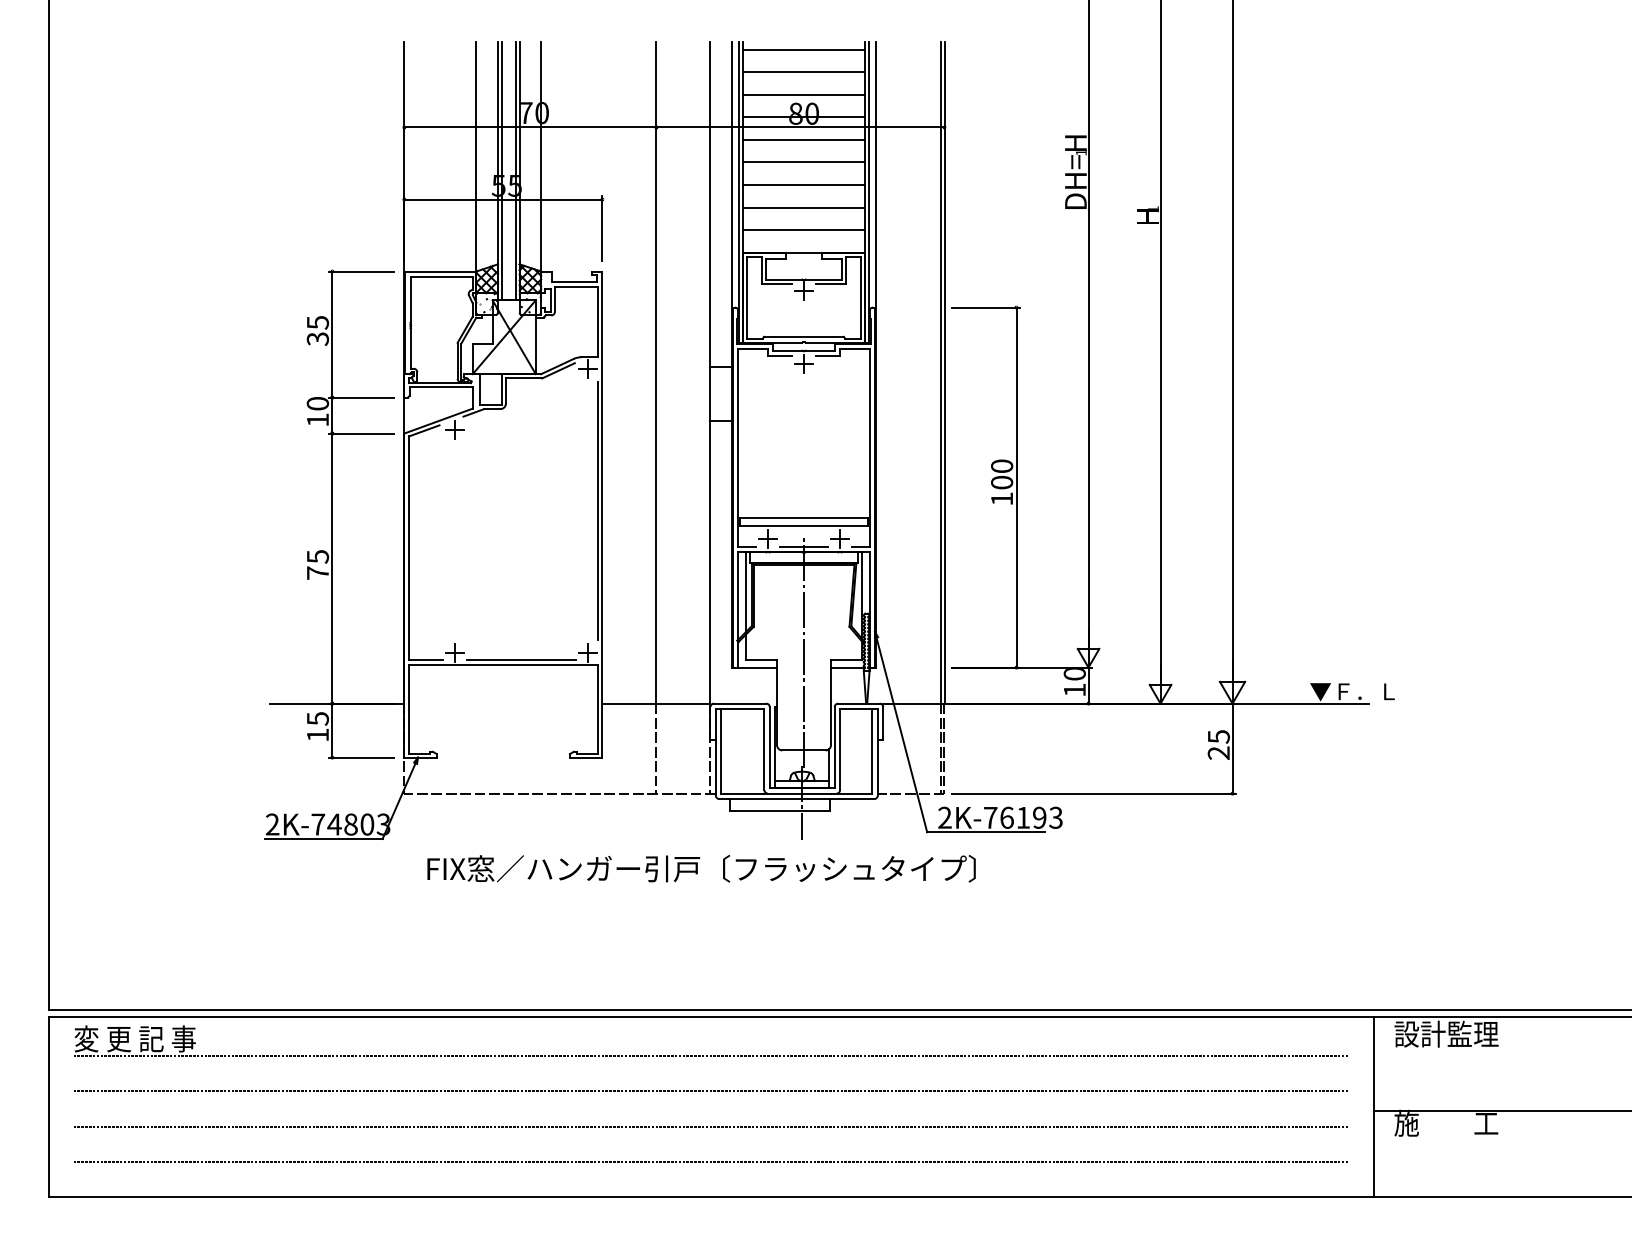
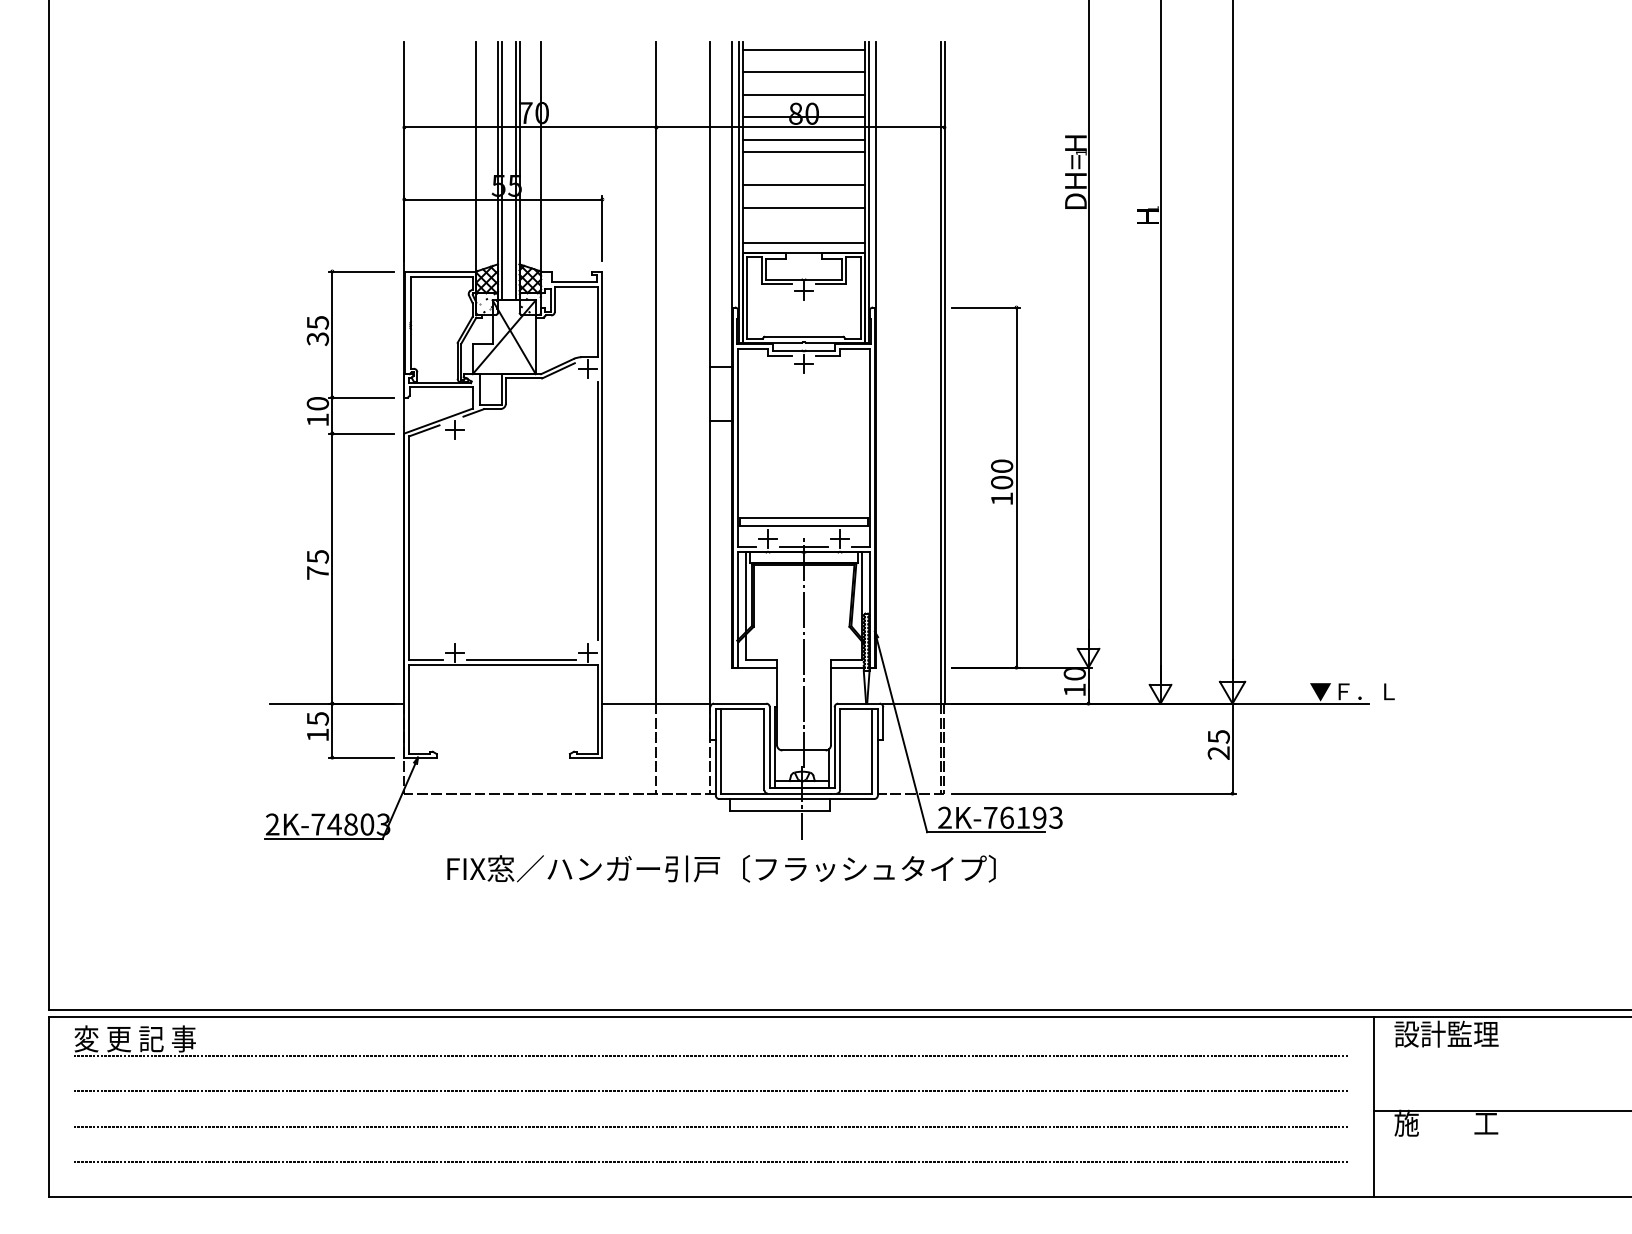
line at (803, 162) position: (803, 162) -> (803, 152)
line at (803, 230) position: (803, 230) -> (803, 243)
text at (701, 868) position: (701, 868) -> (721, 868)
